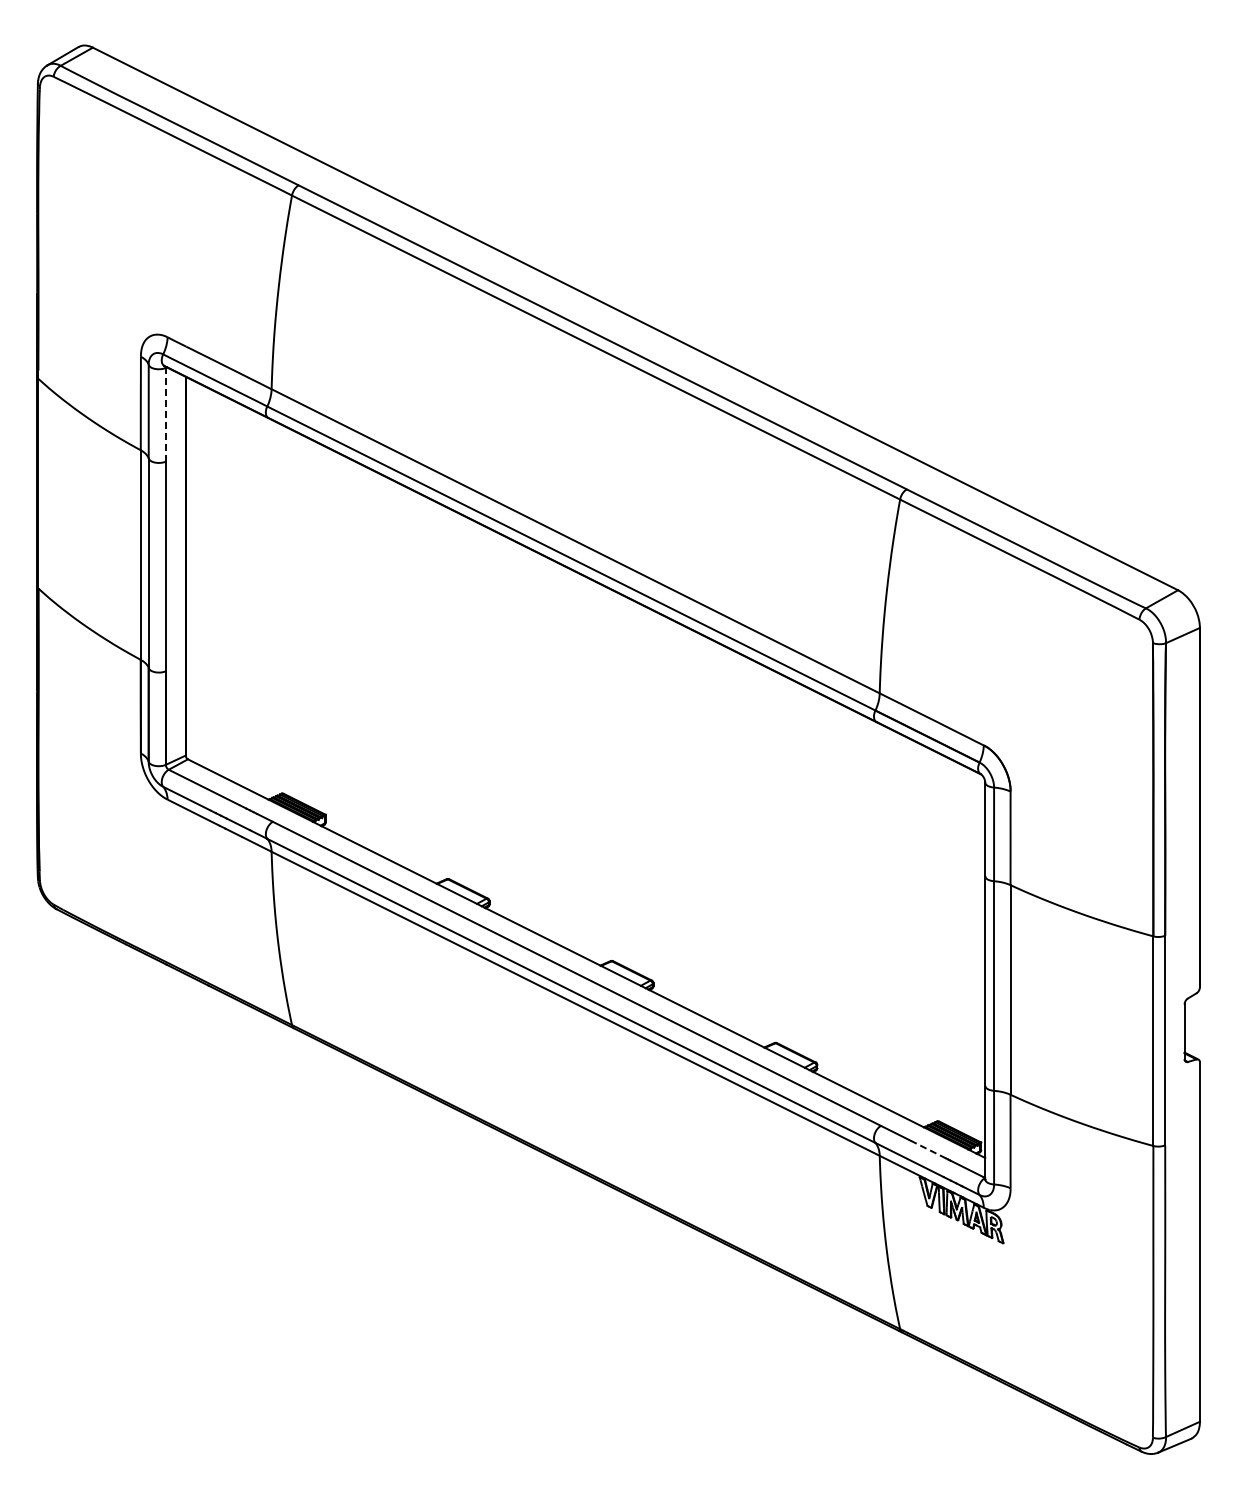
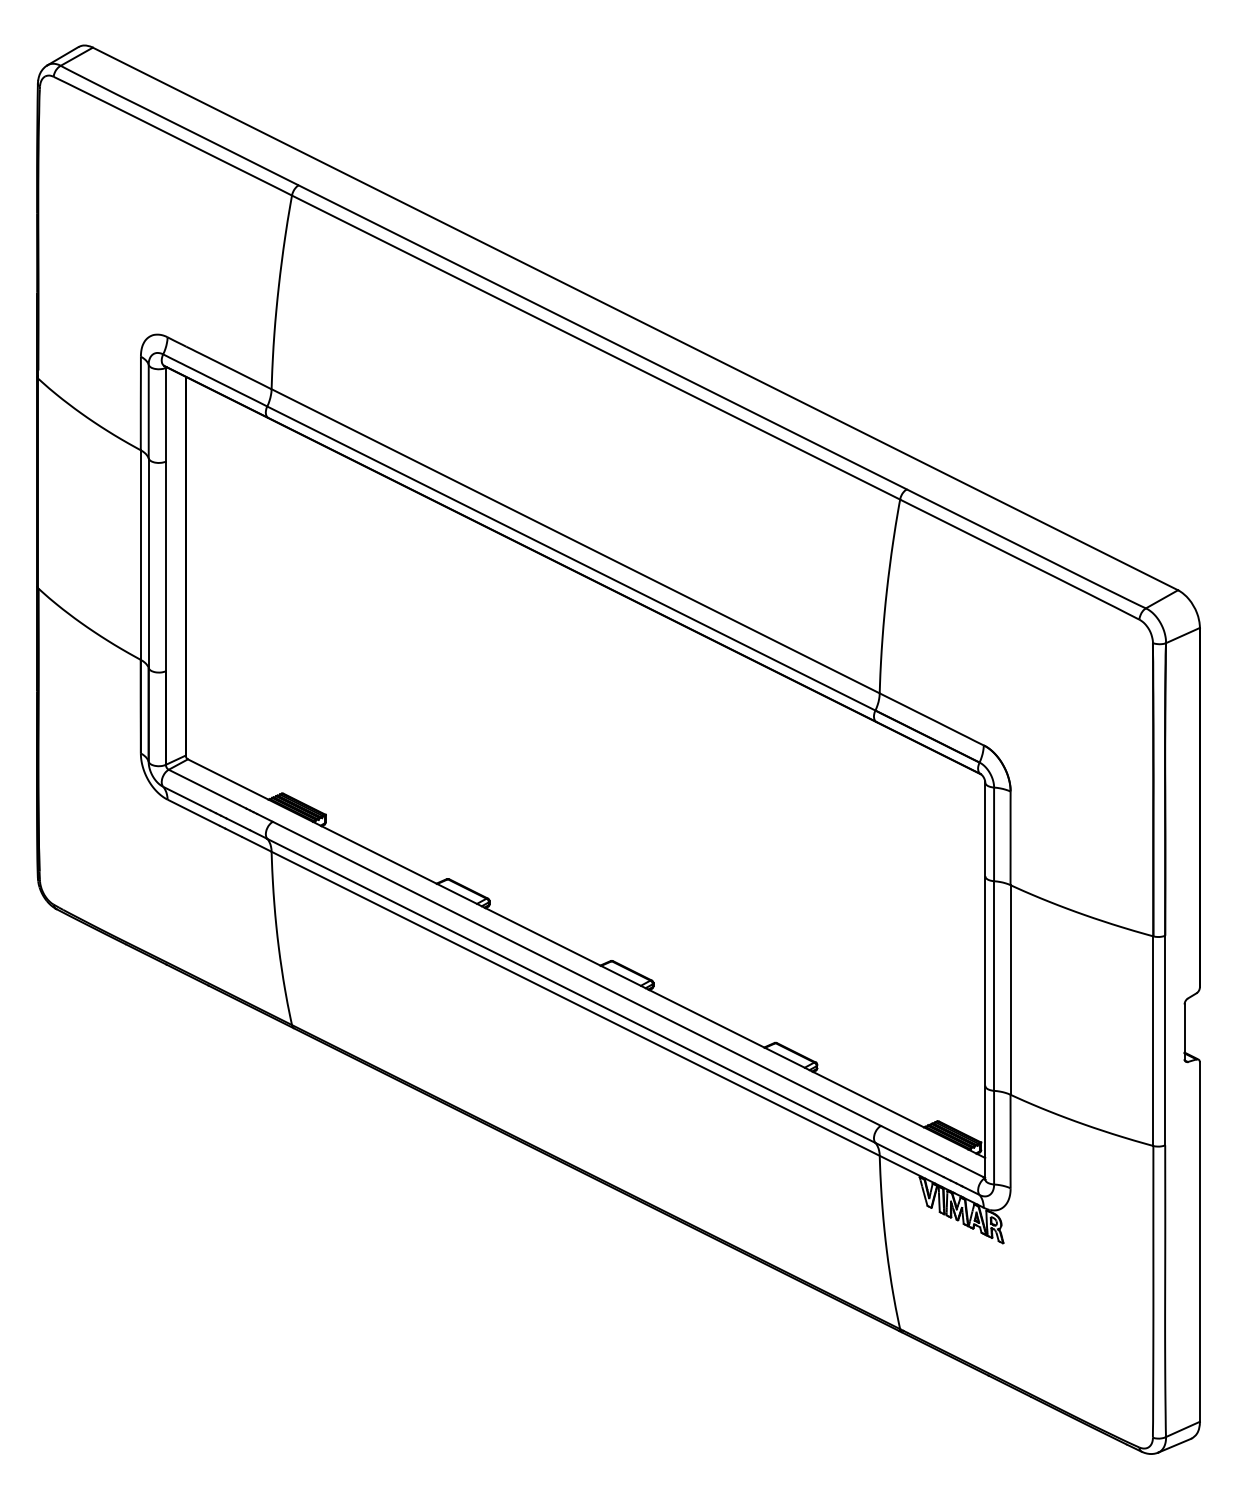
line at (165, 414): dashed -> solid
line at (928, 1149): dashed -> solid
